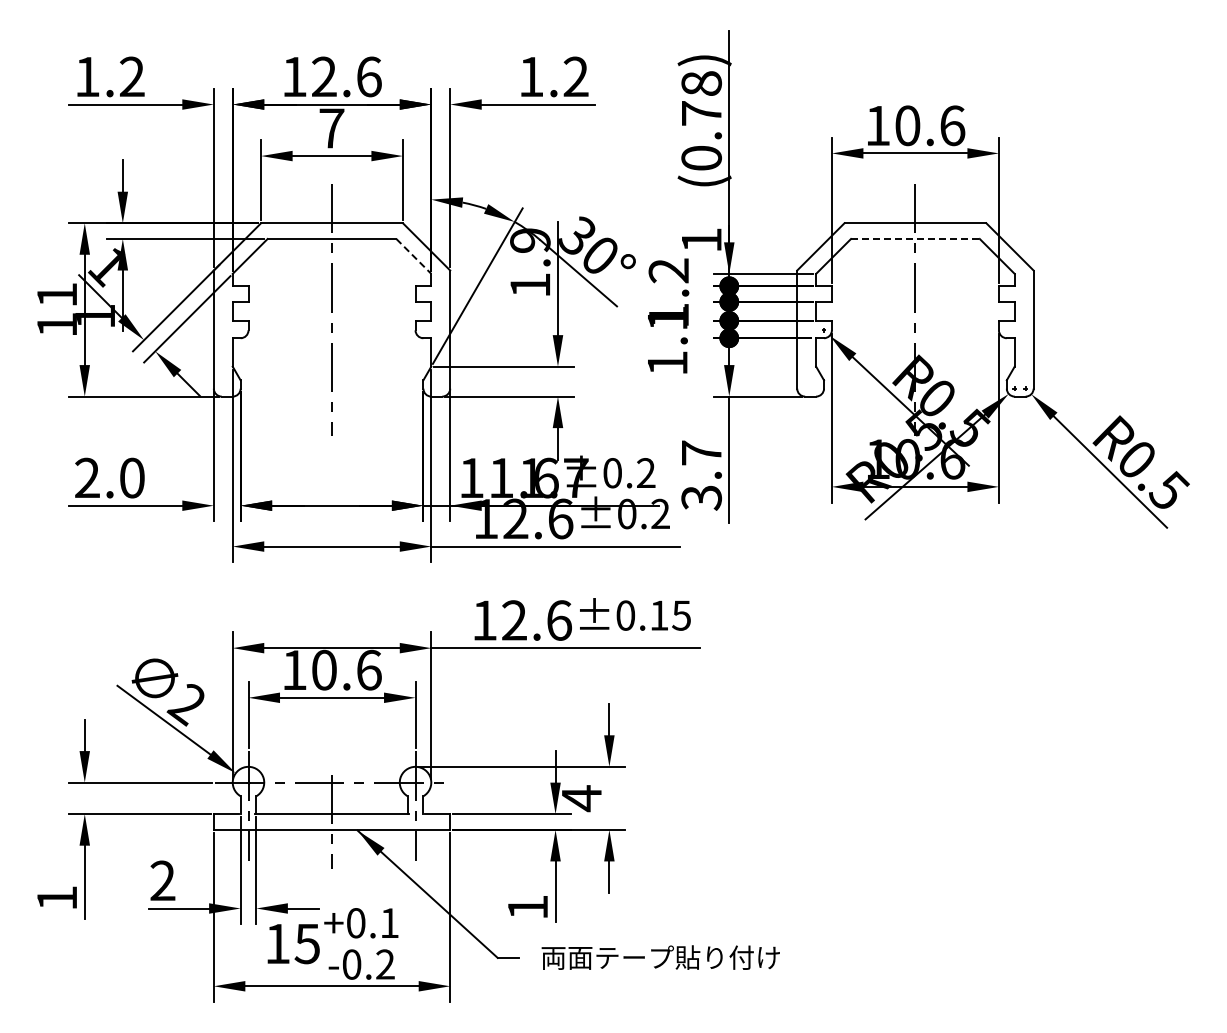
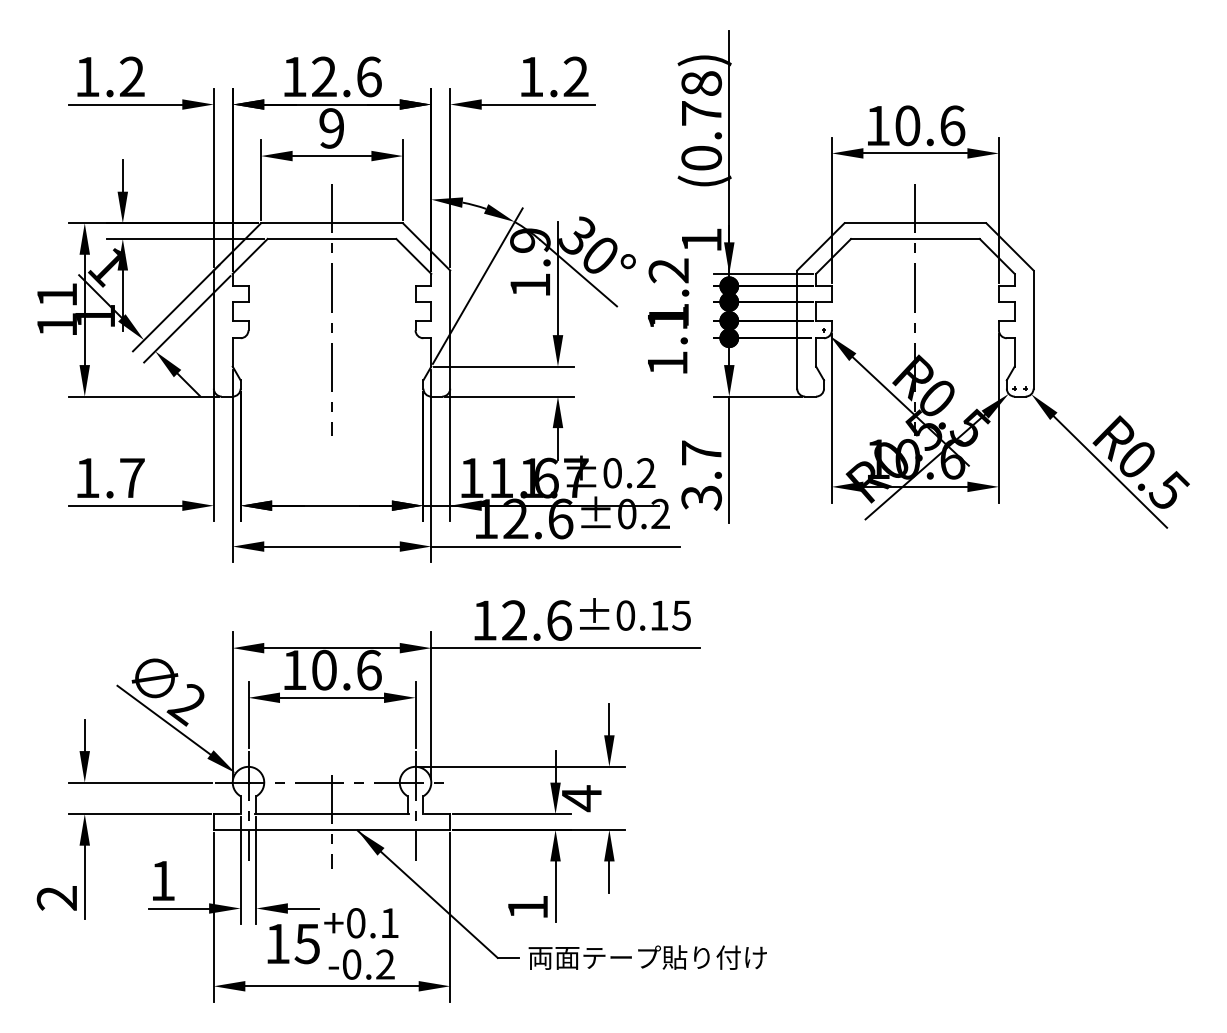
text at (331, 128): 7 -> 9
line at (915, 239): dashed -> solid
line at (413, 256): dashed -> solid
text at (109, 477): 2.0 -> 1.7
text at (162, 880): 2 -> 1
text at (56, 898): 1 -> 2
text at (660, 957) position: (660, 957) -> (647, 957)
